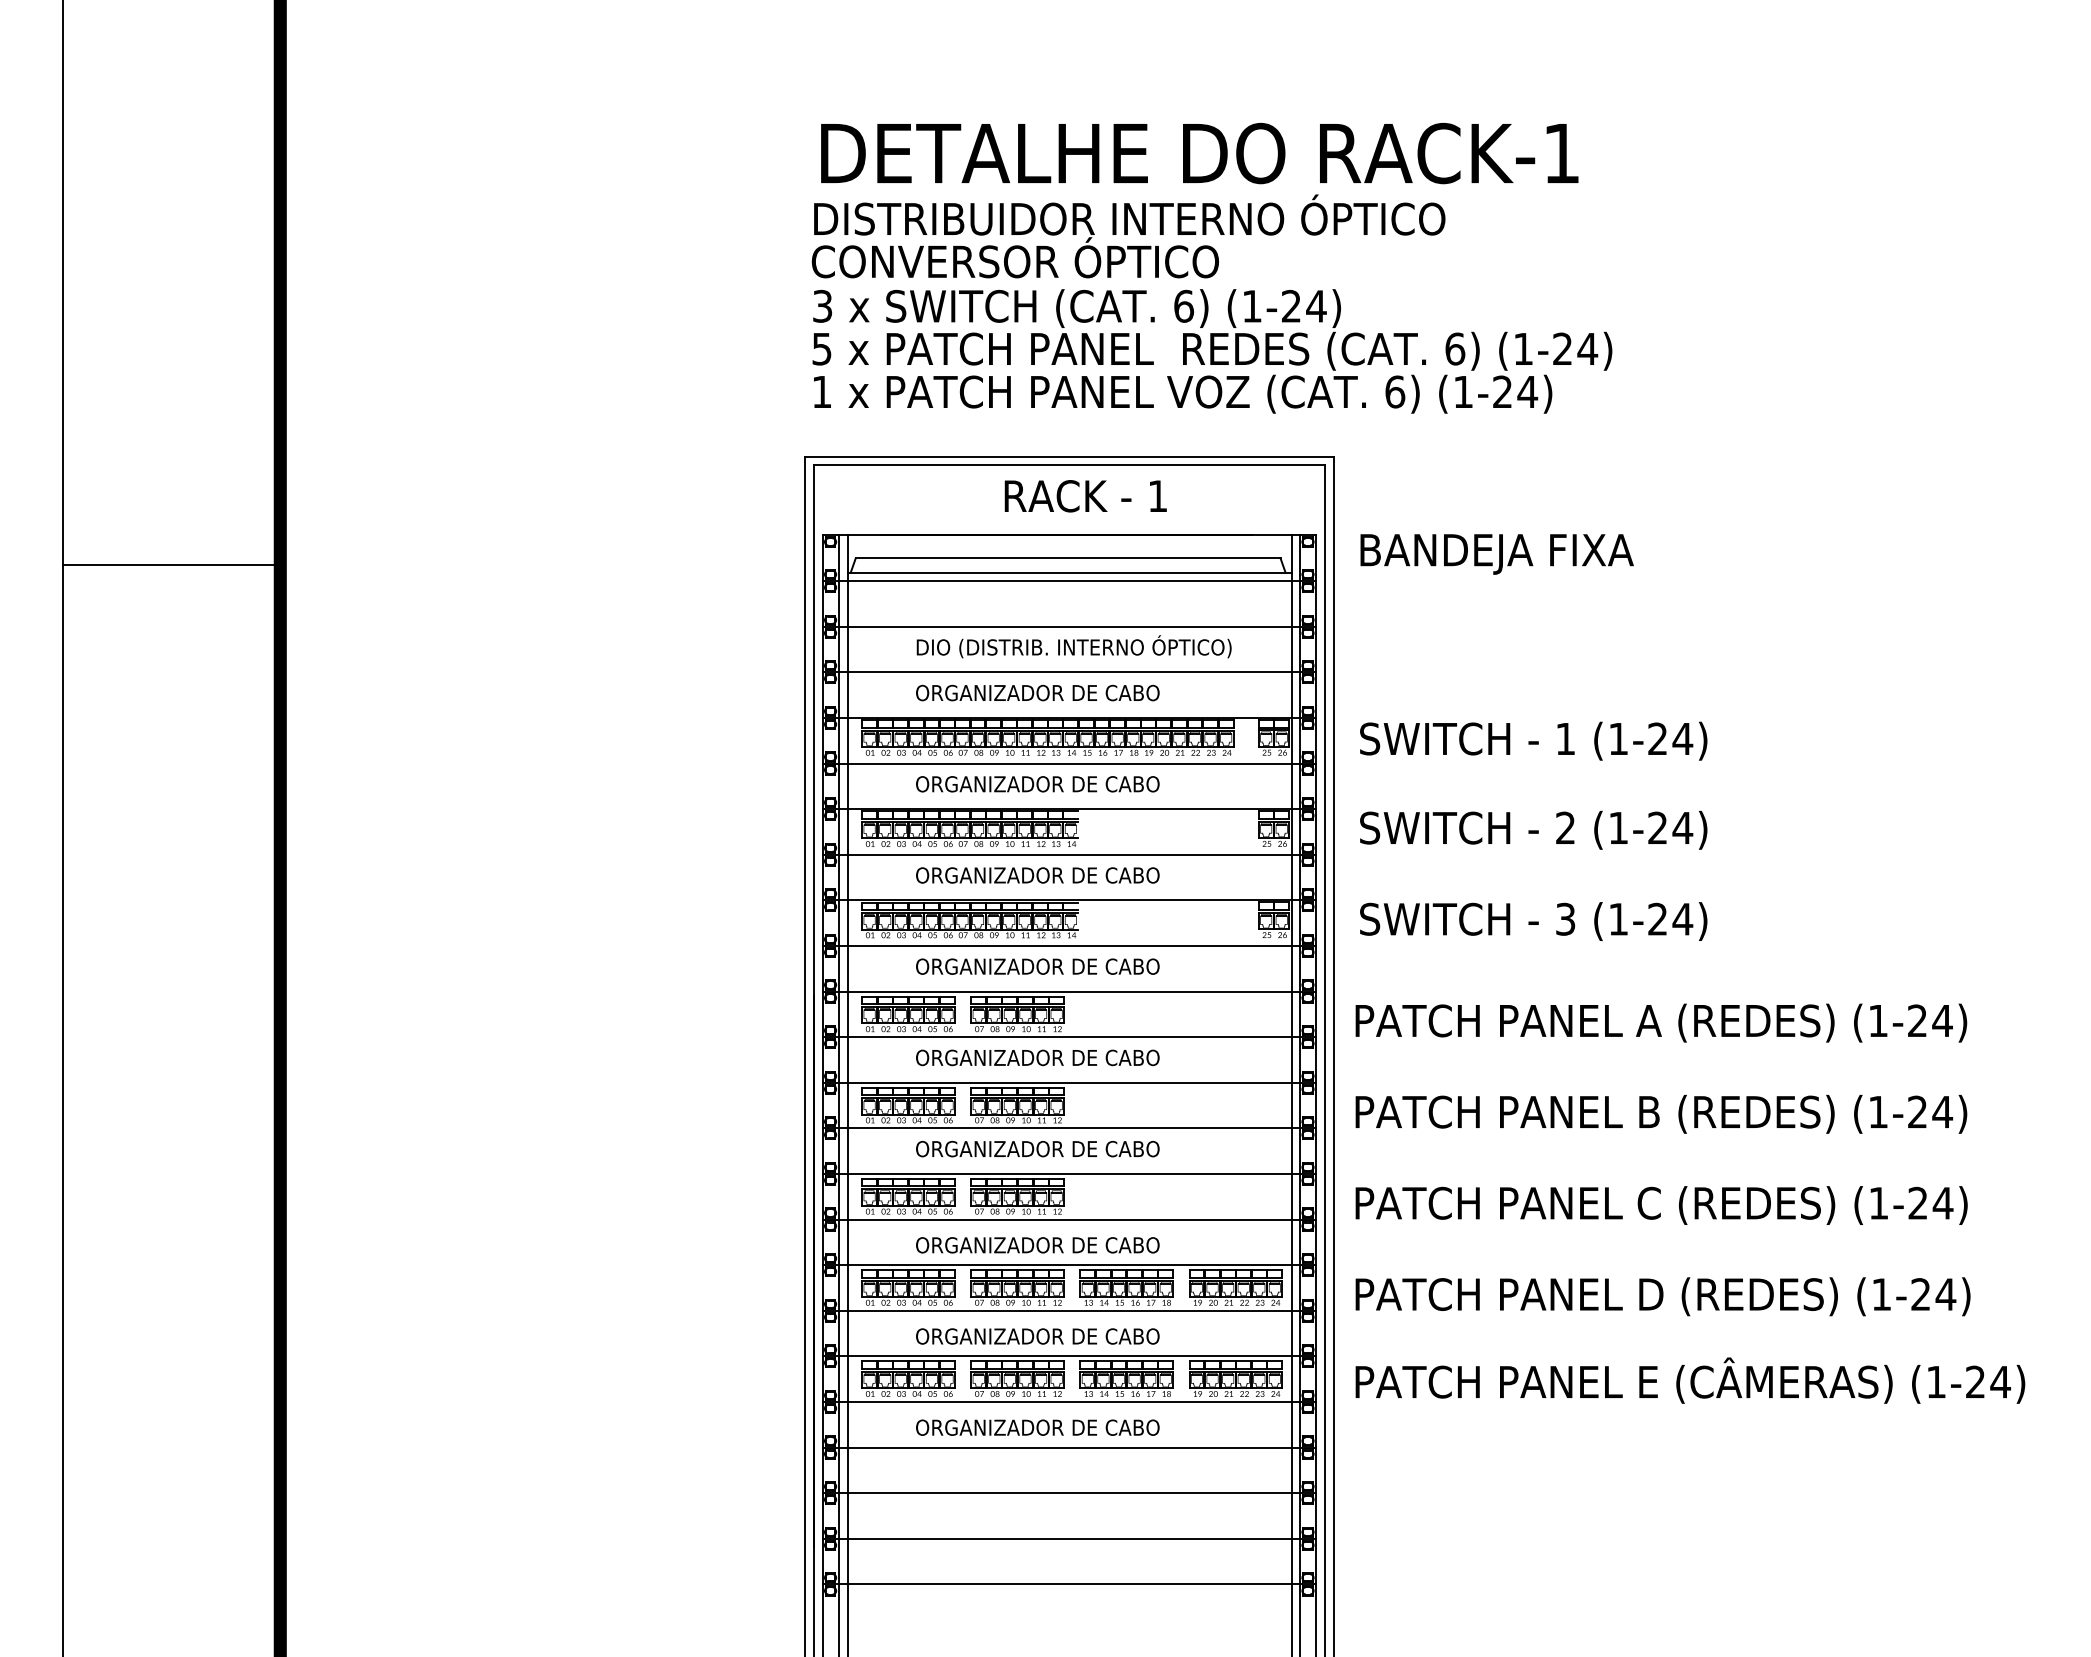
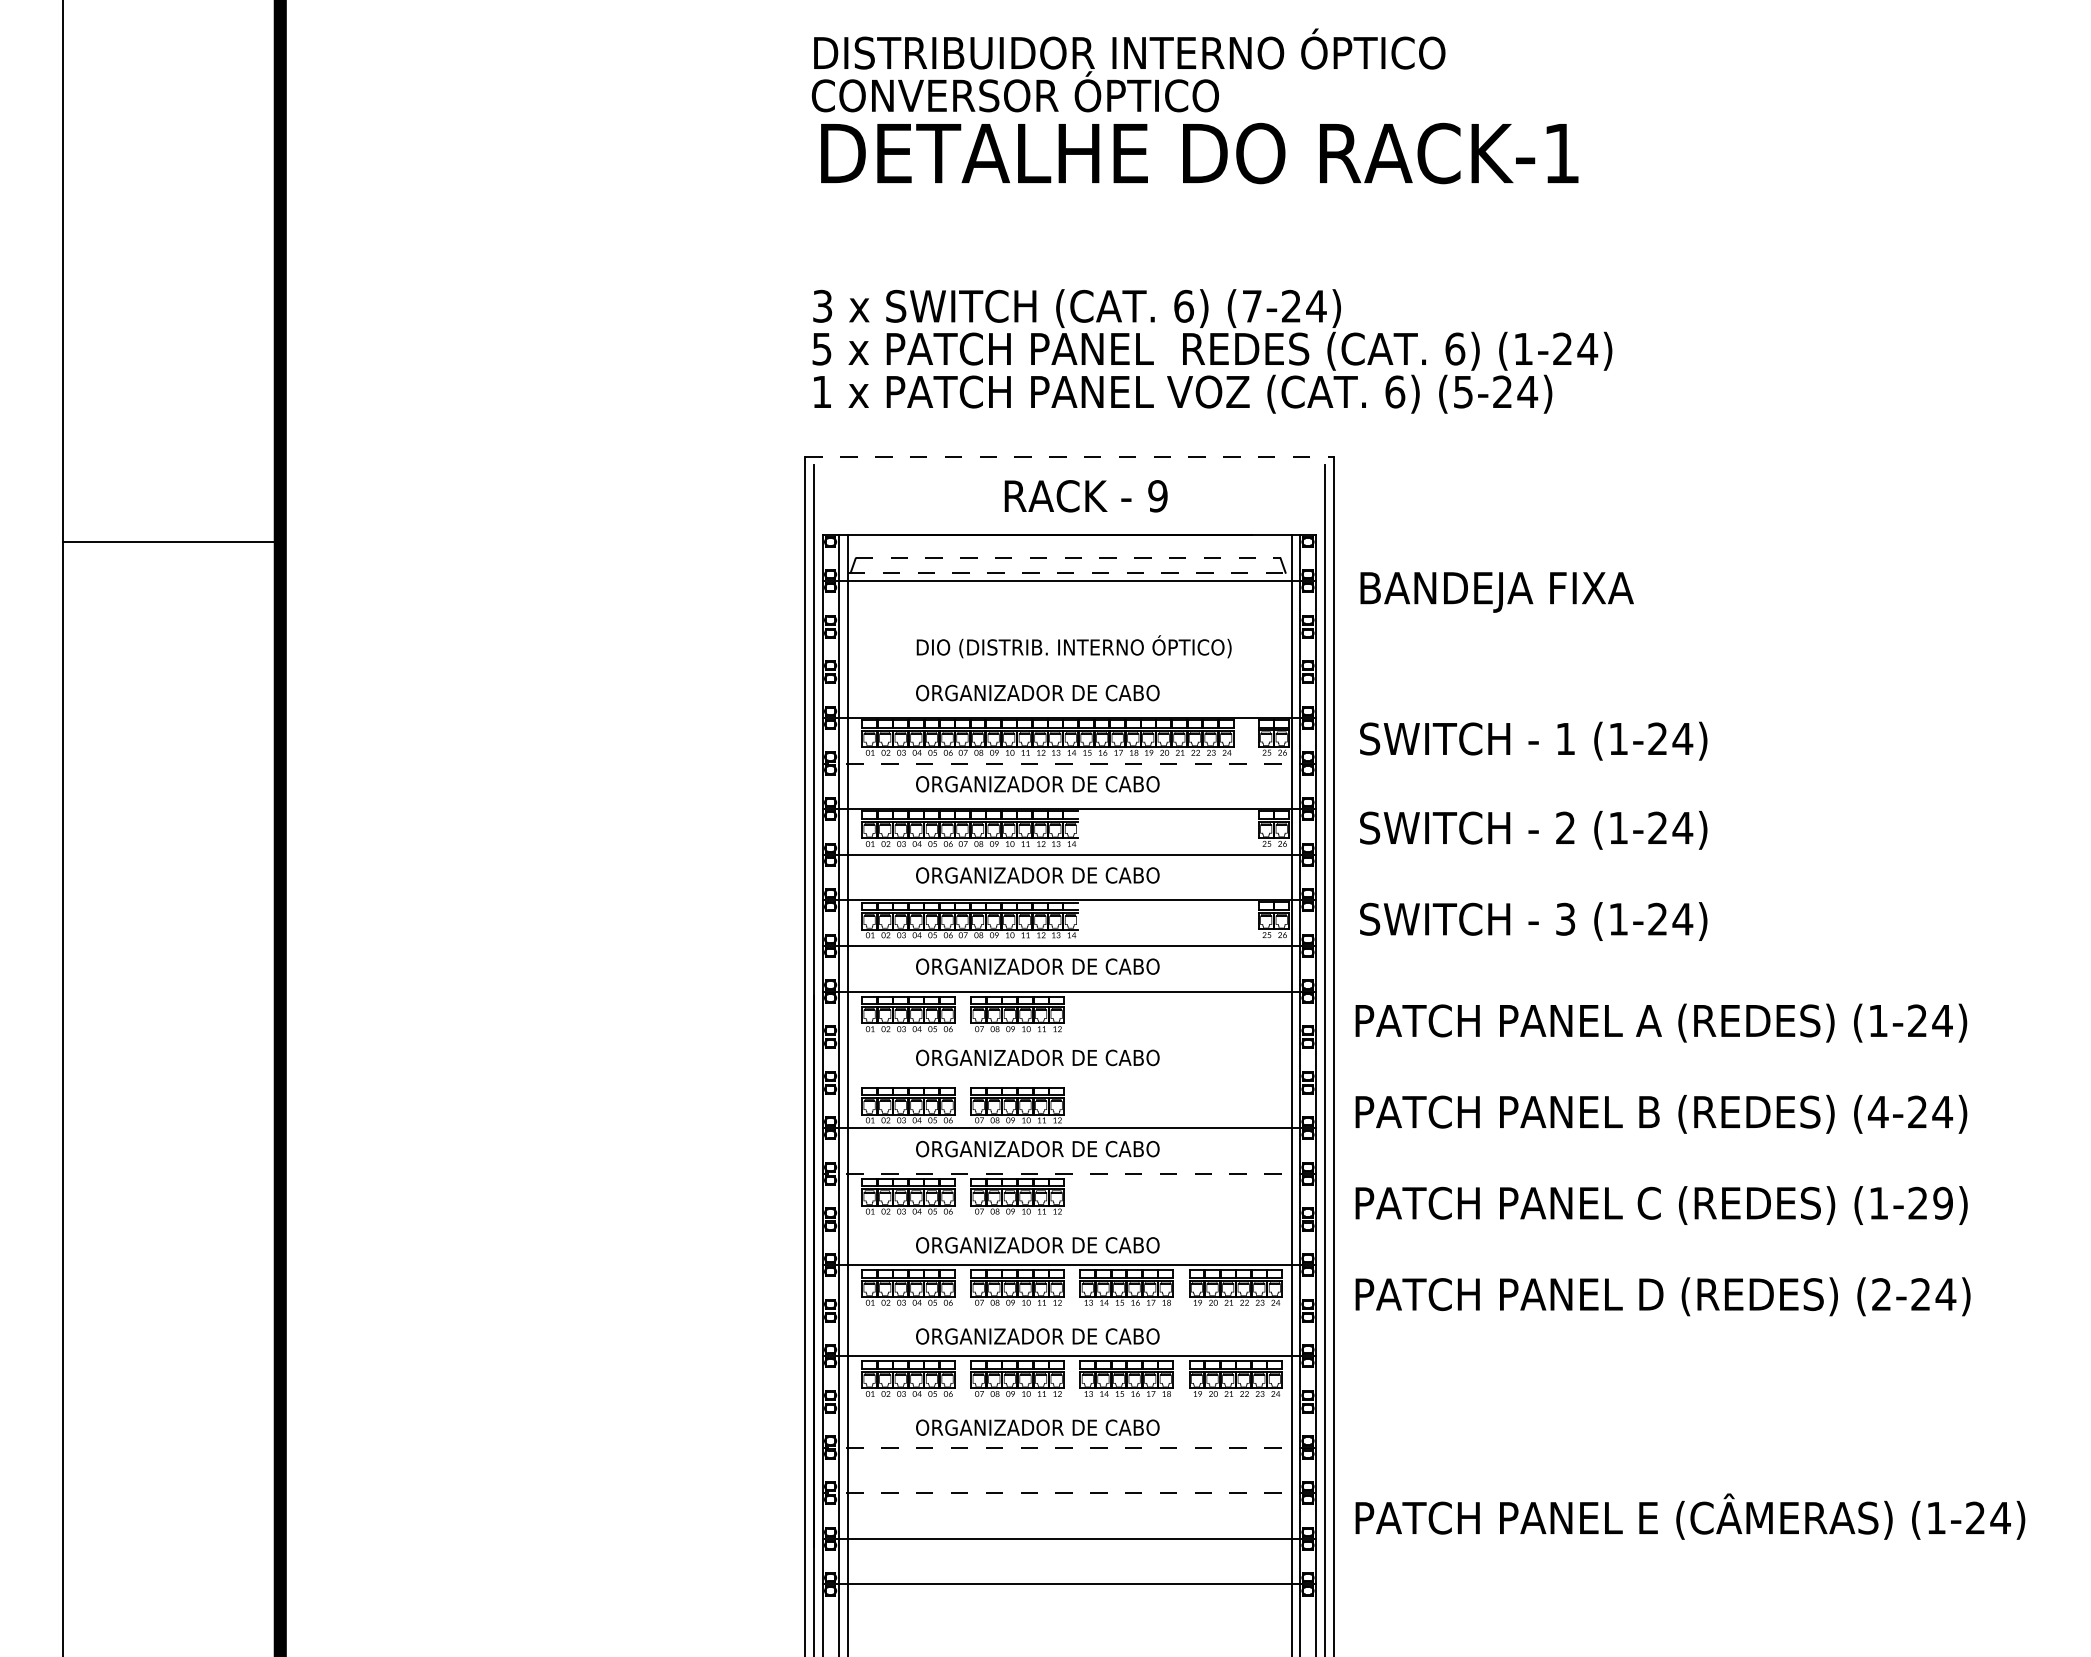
text at (1128, 236) position: (1128, 236) -> (1128, 70)
text at (1252, 306): (1-24) -> (7-24)
text at (1463, 392): (1-24) -> (5-24)
line at (1070, 456): solid -> dashed
line at (1069, 465): present -> none
text at (1157, 496): 1 -> 9
text at (1496, 554) position: (1496, 554) -> (1496, 592)
line at (1068, 558): solid -> dashed
line at (171, 565) position: (171, 565) -> (171, 542)
line at (1070, 572): solid -> dashed
line at (1069, 626): present -> none
line at (1069, 672): present -> none
line at (1069, 763): solid -> dashed
line at (1069, 1037): present -> none
line at (1069, 1082): present -> none
text at (1878, 1111): (1-24) -> (4-24)
line at (1069, 1173): solid -> dashed
text at (1942, 1202): (1-24) -> (1-29)
line at (1069, 1219): present -> none
text at (1881, 1294): (1-24) -> (2-24)
line at (1069, 1310): present -> none
text at (1690, 1380) position: (1690, 1380) -> (1690, 1516)
line at (1069, 1401): present -> none
line at (1069, 1447): solid -> dashed
line at (1069, 1493): solid -> dashed
